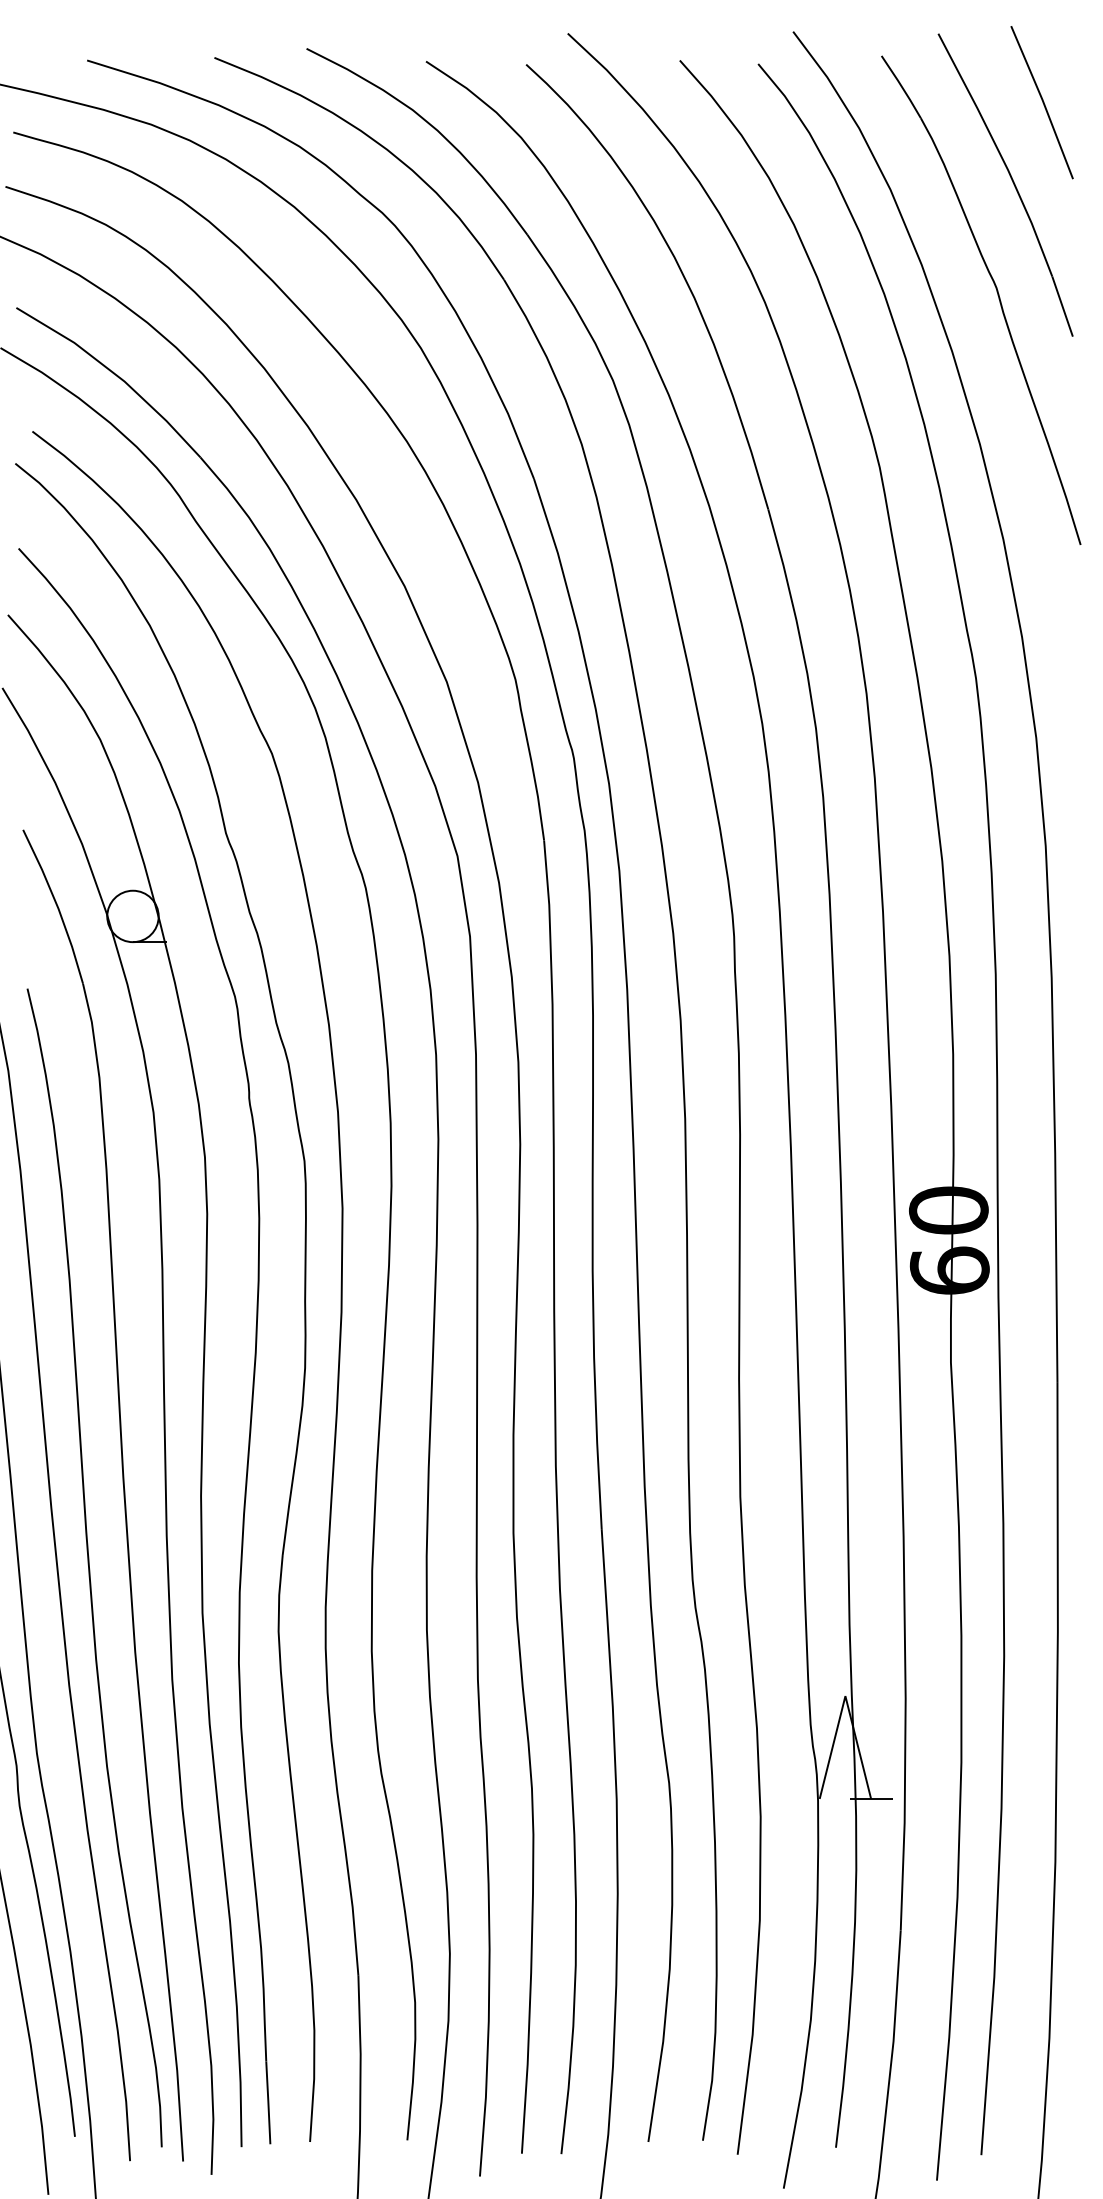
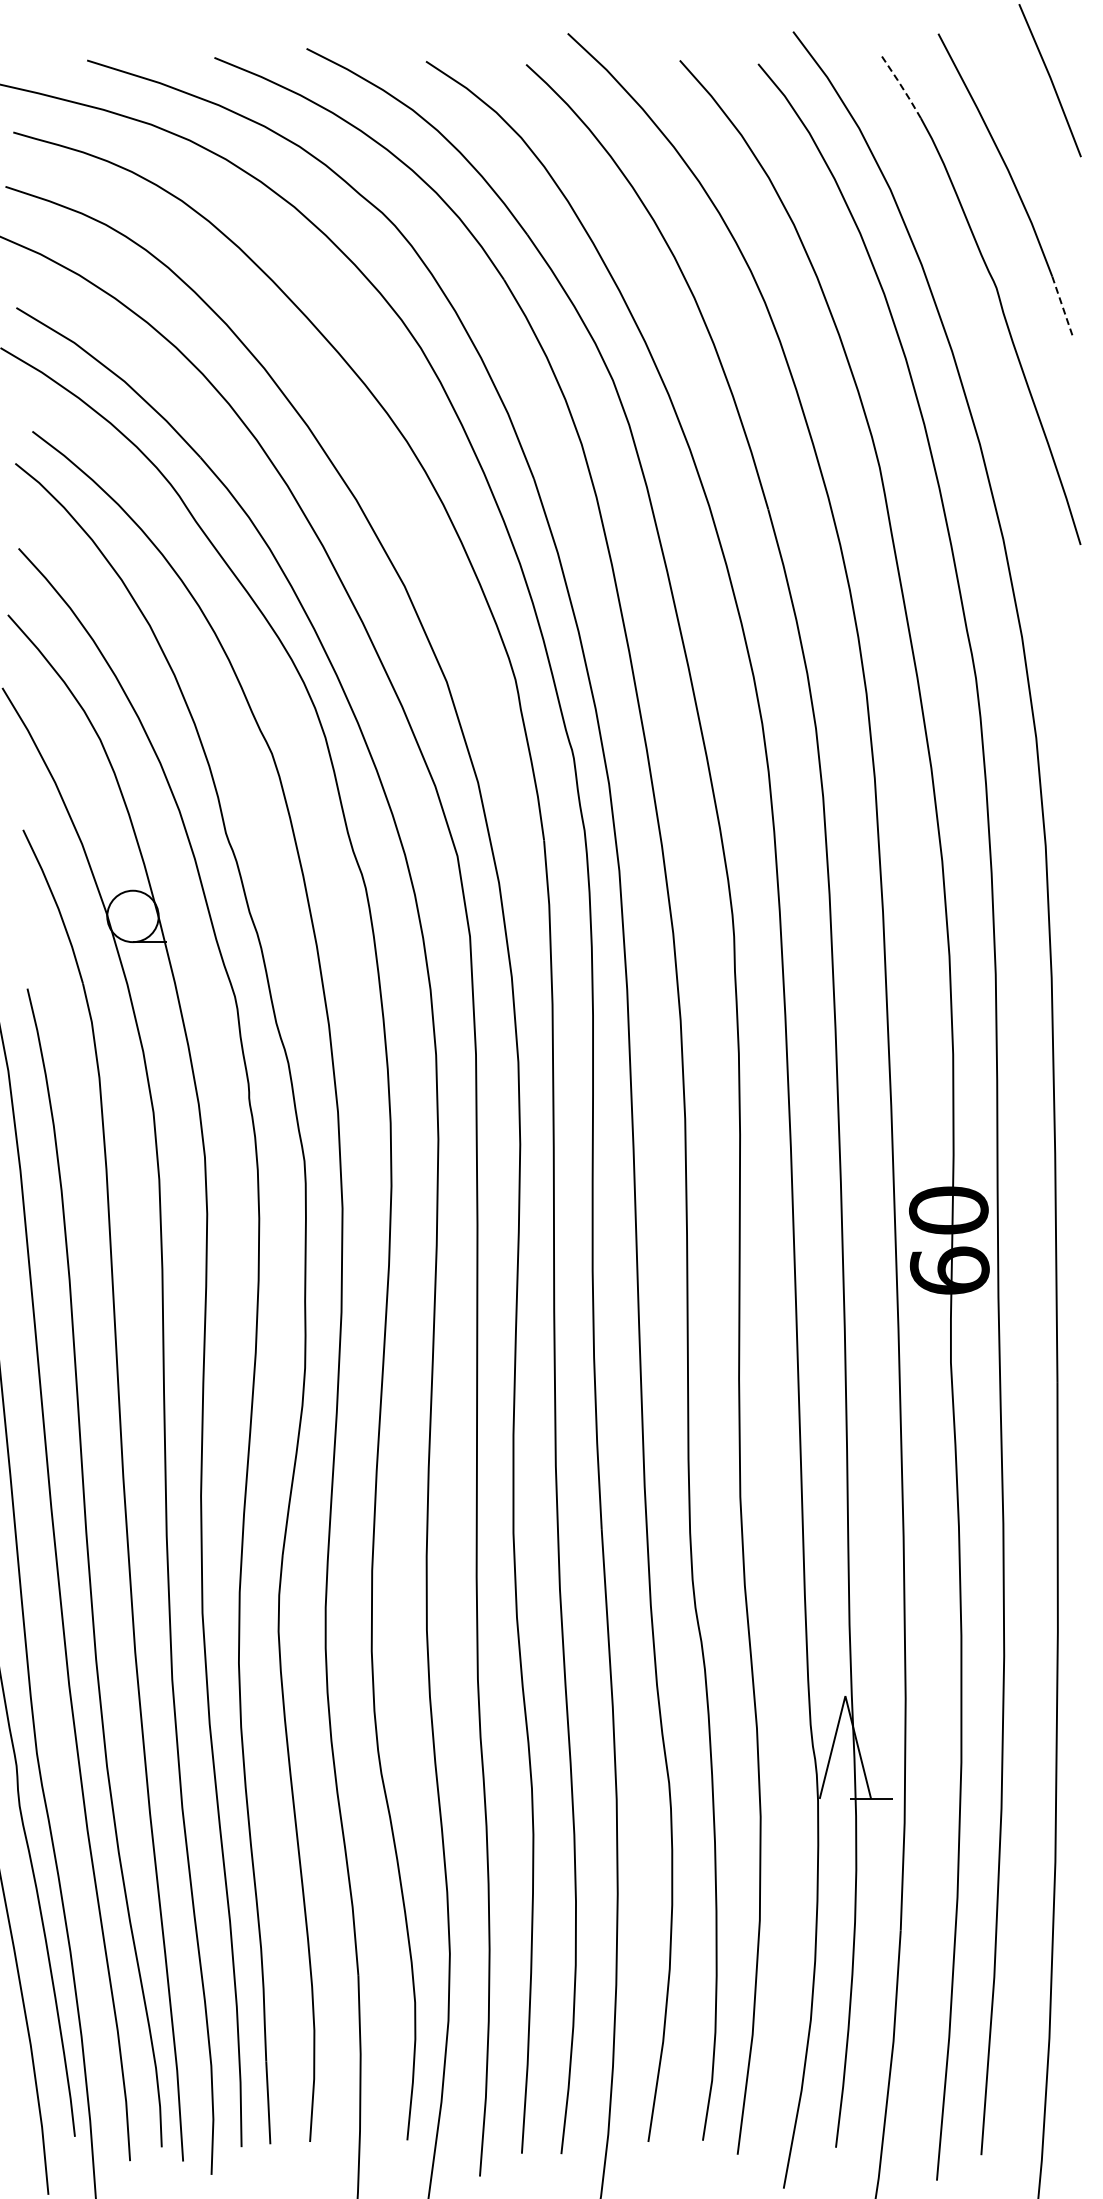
line at (901, 86): solid -> dashed
line at (1042, 102) position: (1042, 102) -> (1050, 80)
line at (1062, 306): solid -> dashed
